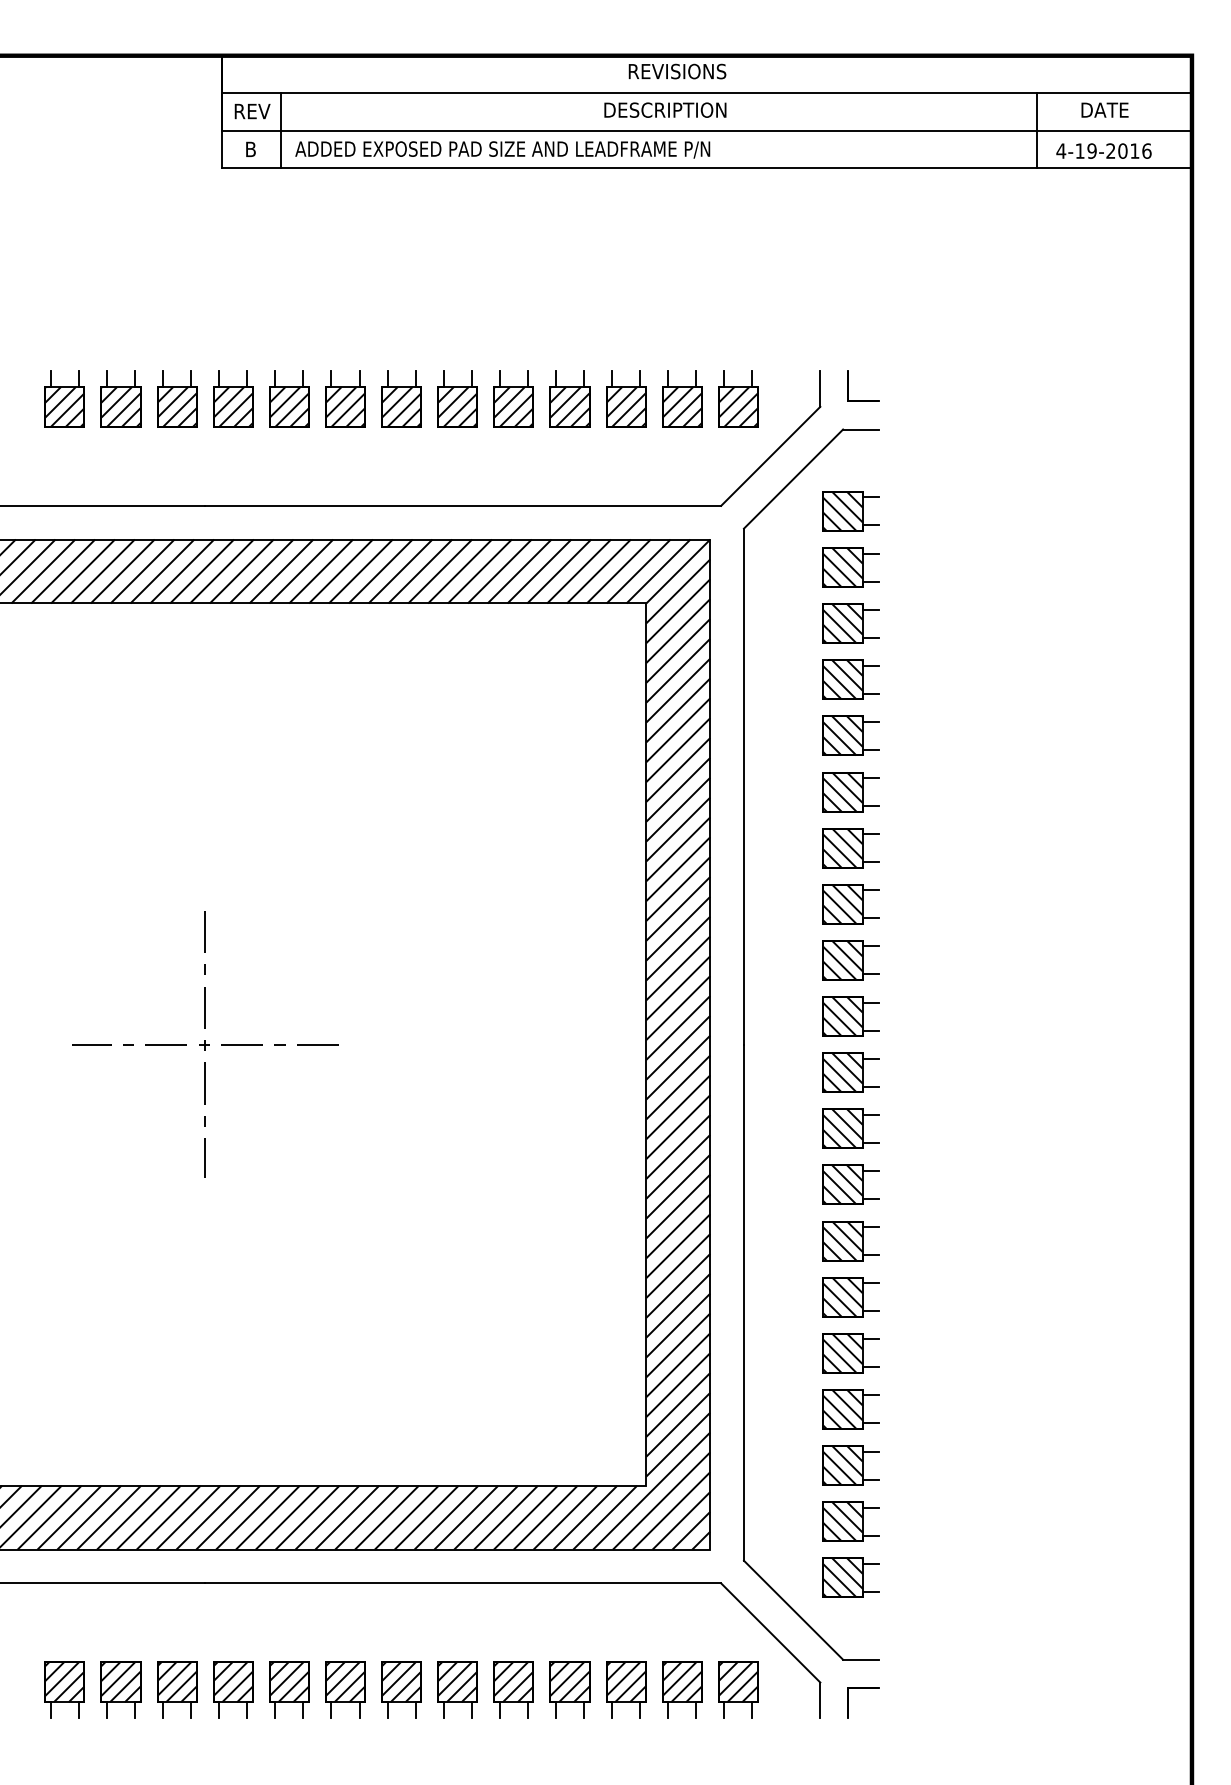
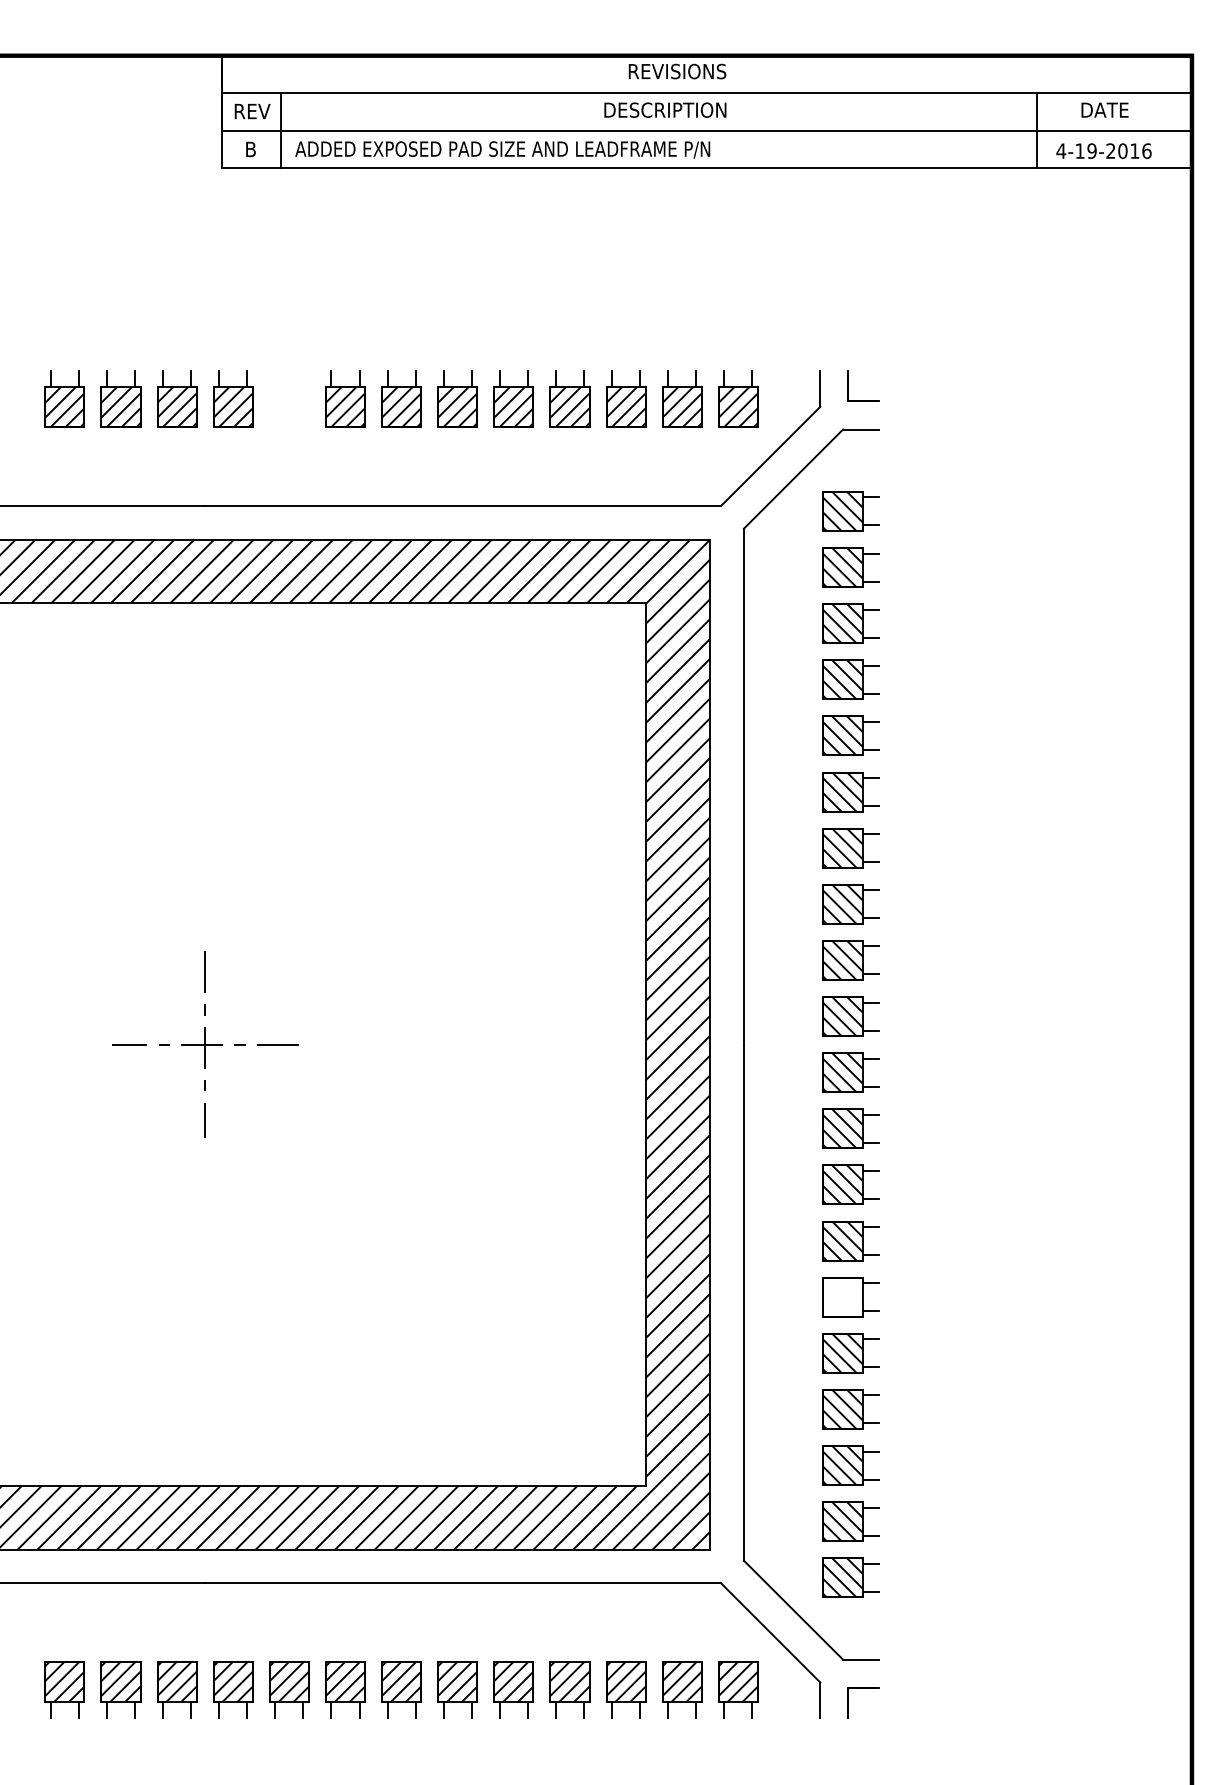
part at (289, 398): present -> none
part at (205, 1044) size: 267x267 px -> 187x187 px
hatch at (842, 1296): present -> none
